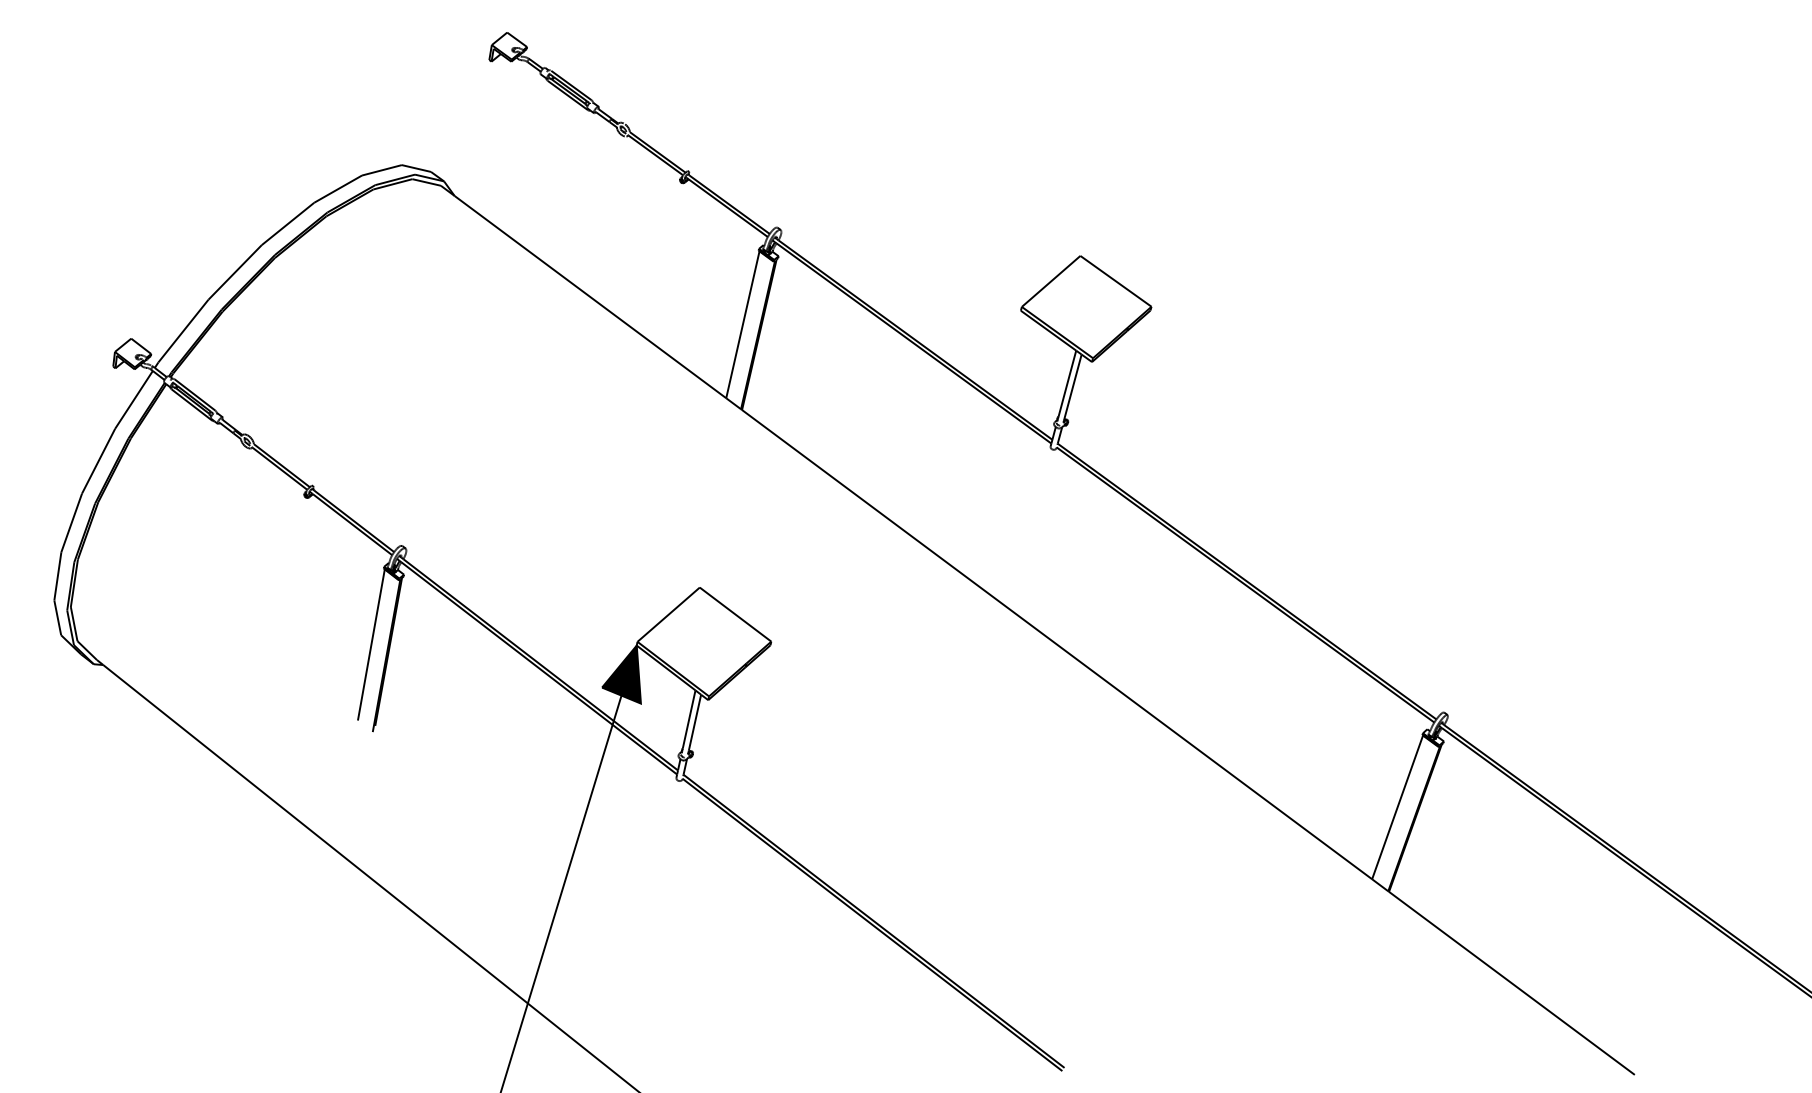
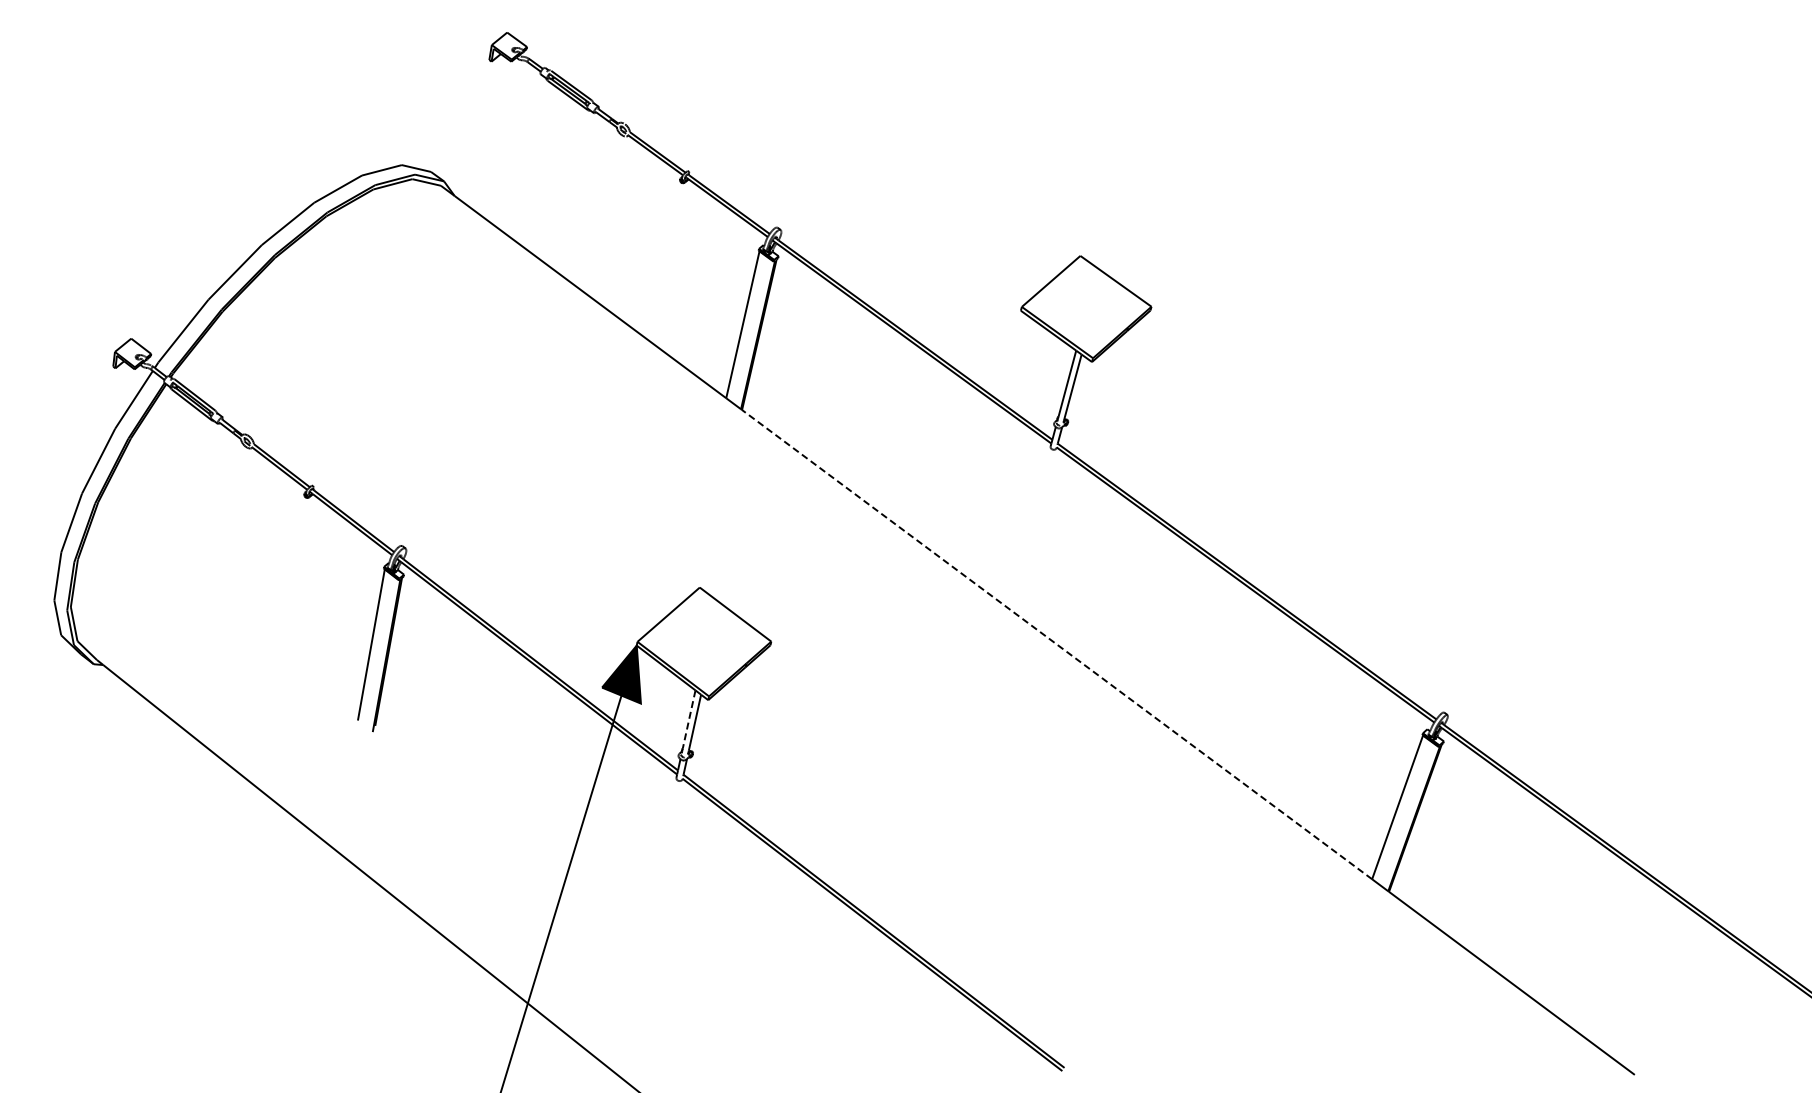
line at (1057, 644): solid -> dashed
line at (689, 719): solid -> dashed
